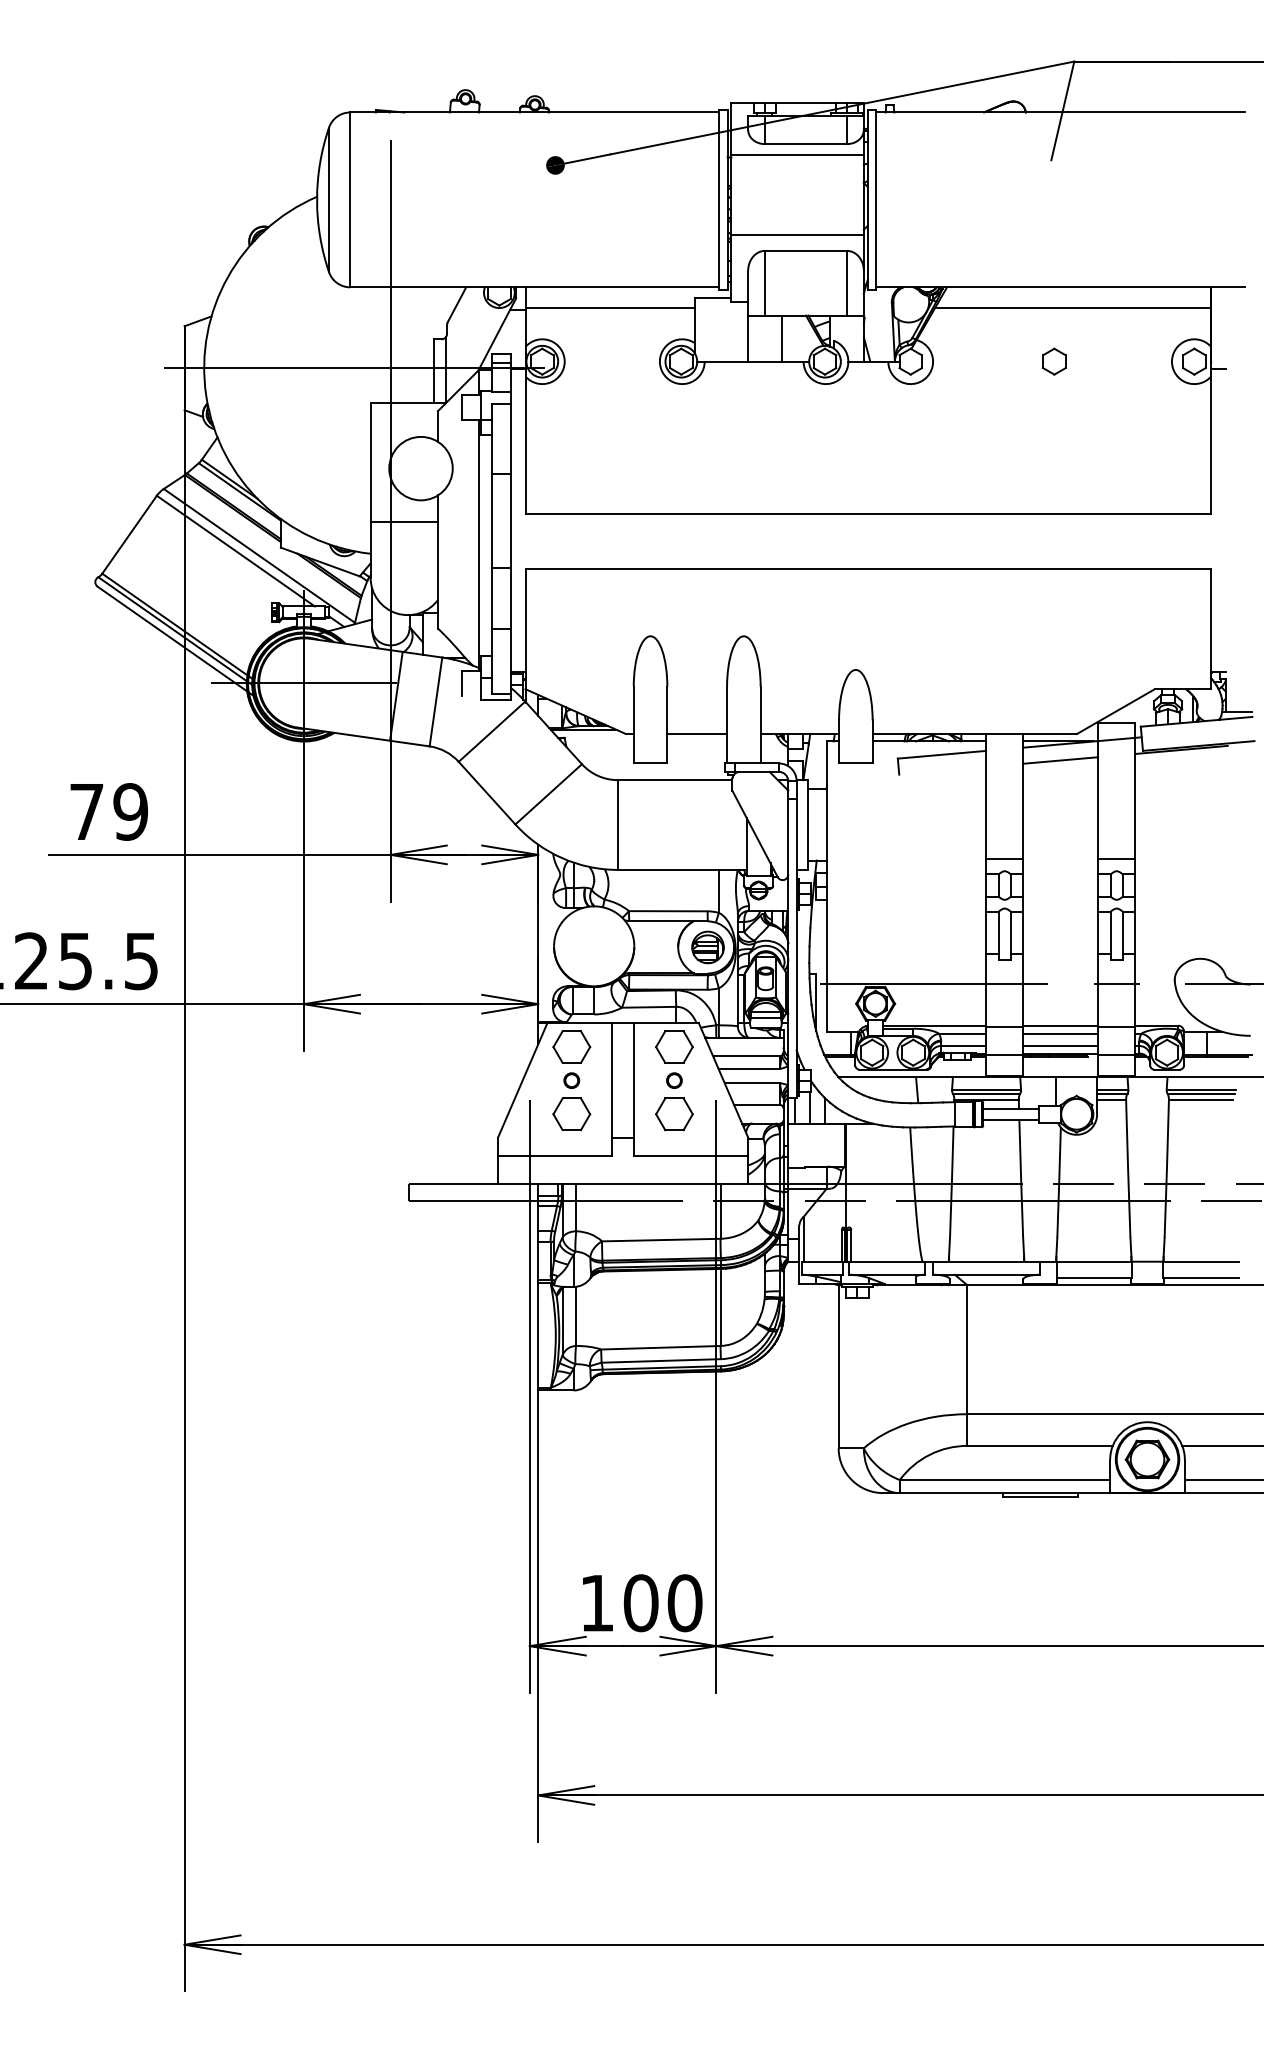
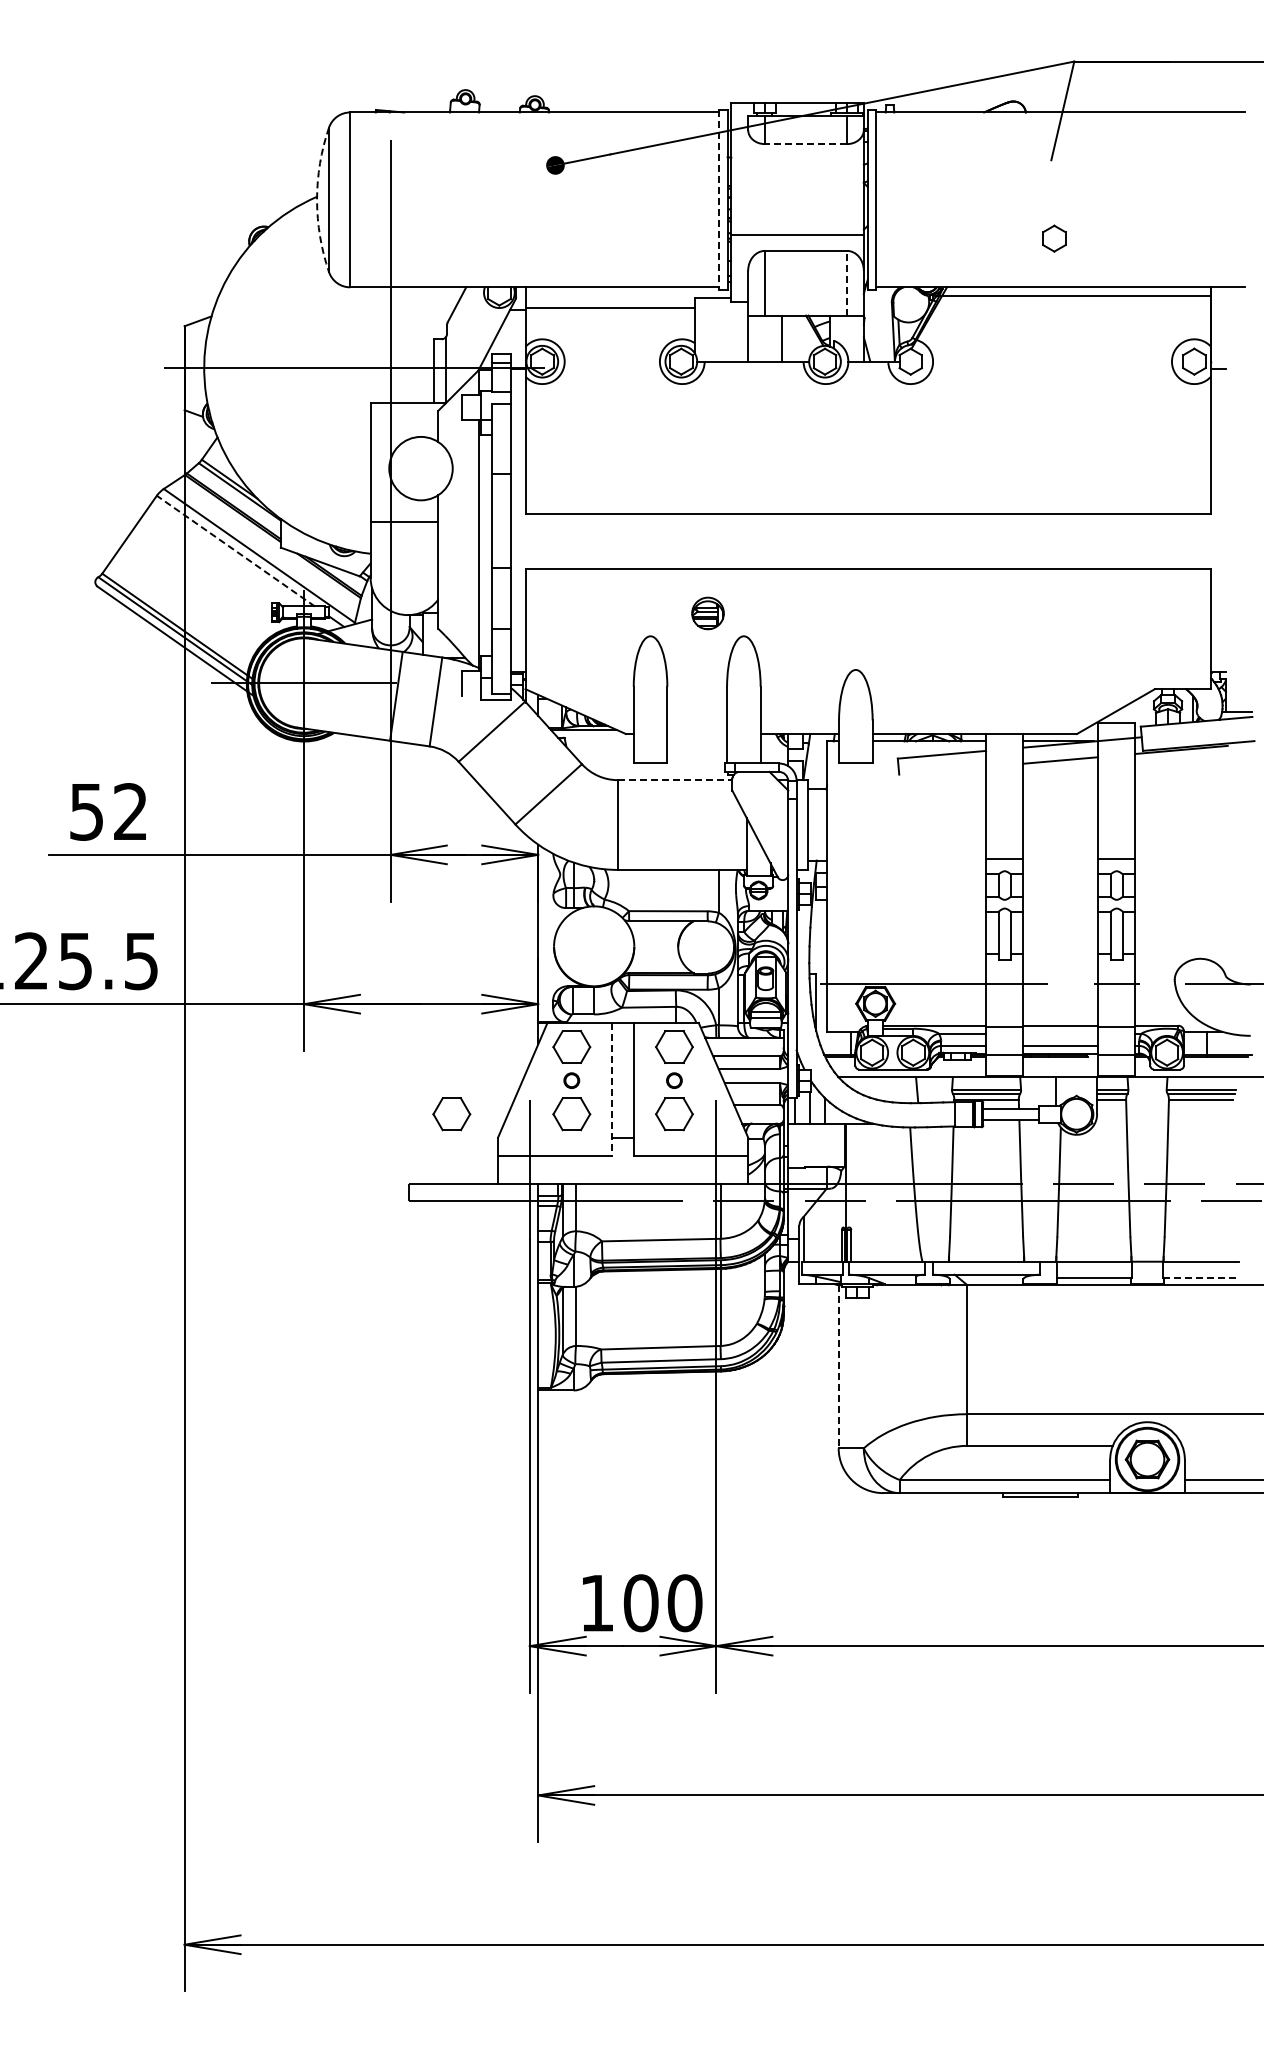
line at (805, 144): solid -> dashed
line at (797, 155): present -> none
arc at (317, 199): solid -> dashed
line at (719, 199): solid -> dashed
line at (847, 282): solid -> dashed
line at (1072, 308) position: (1072, 308) -> (1072, 296)
part at (1054, 361) position: (1054, 361) -> (1054, 238)
line at (235, 551): solid -> dashed
line at (697, 734): present -> none
line at (675, 780): solid -> dashed
text at (108, 811): 79 -> 52
part at (707, 947) position: (707, 947) -> (707, 613)
line at (1060, 1033): present -> none
line at (611, 1089): solid -> dashed
part at (451, 1114): none -> present
line at (1201, 1277): solid -> dashed
line at (838, 1366): solid -> dashed
line at (1221, 1445): present -> none
